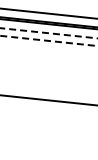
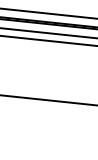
line at (48, 33): dashed -> solid
line at (48, 40): dashed -> solid
